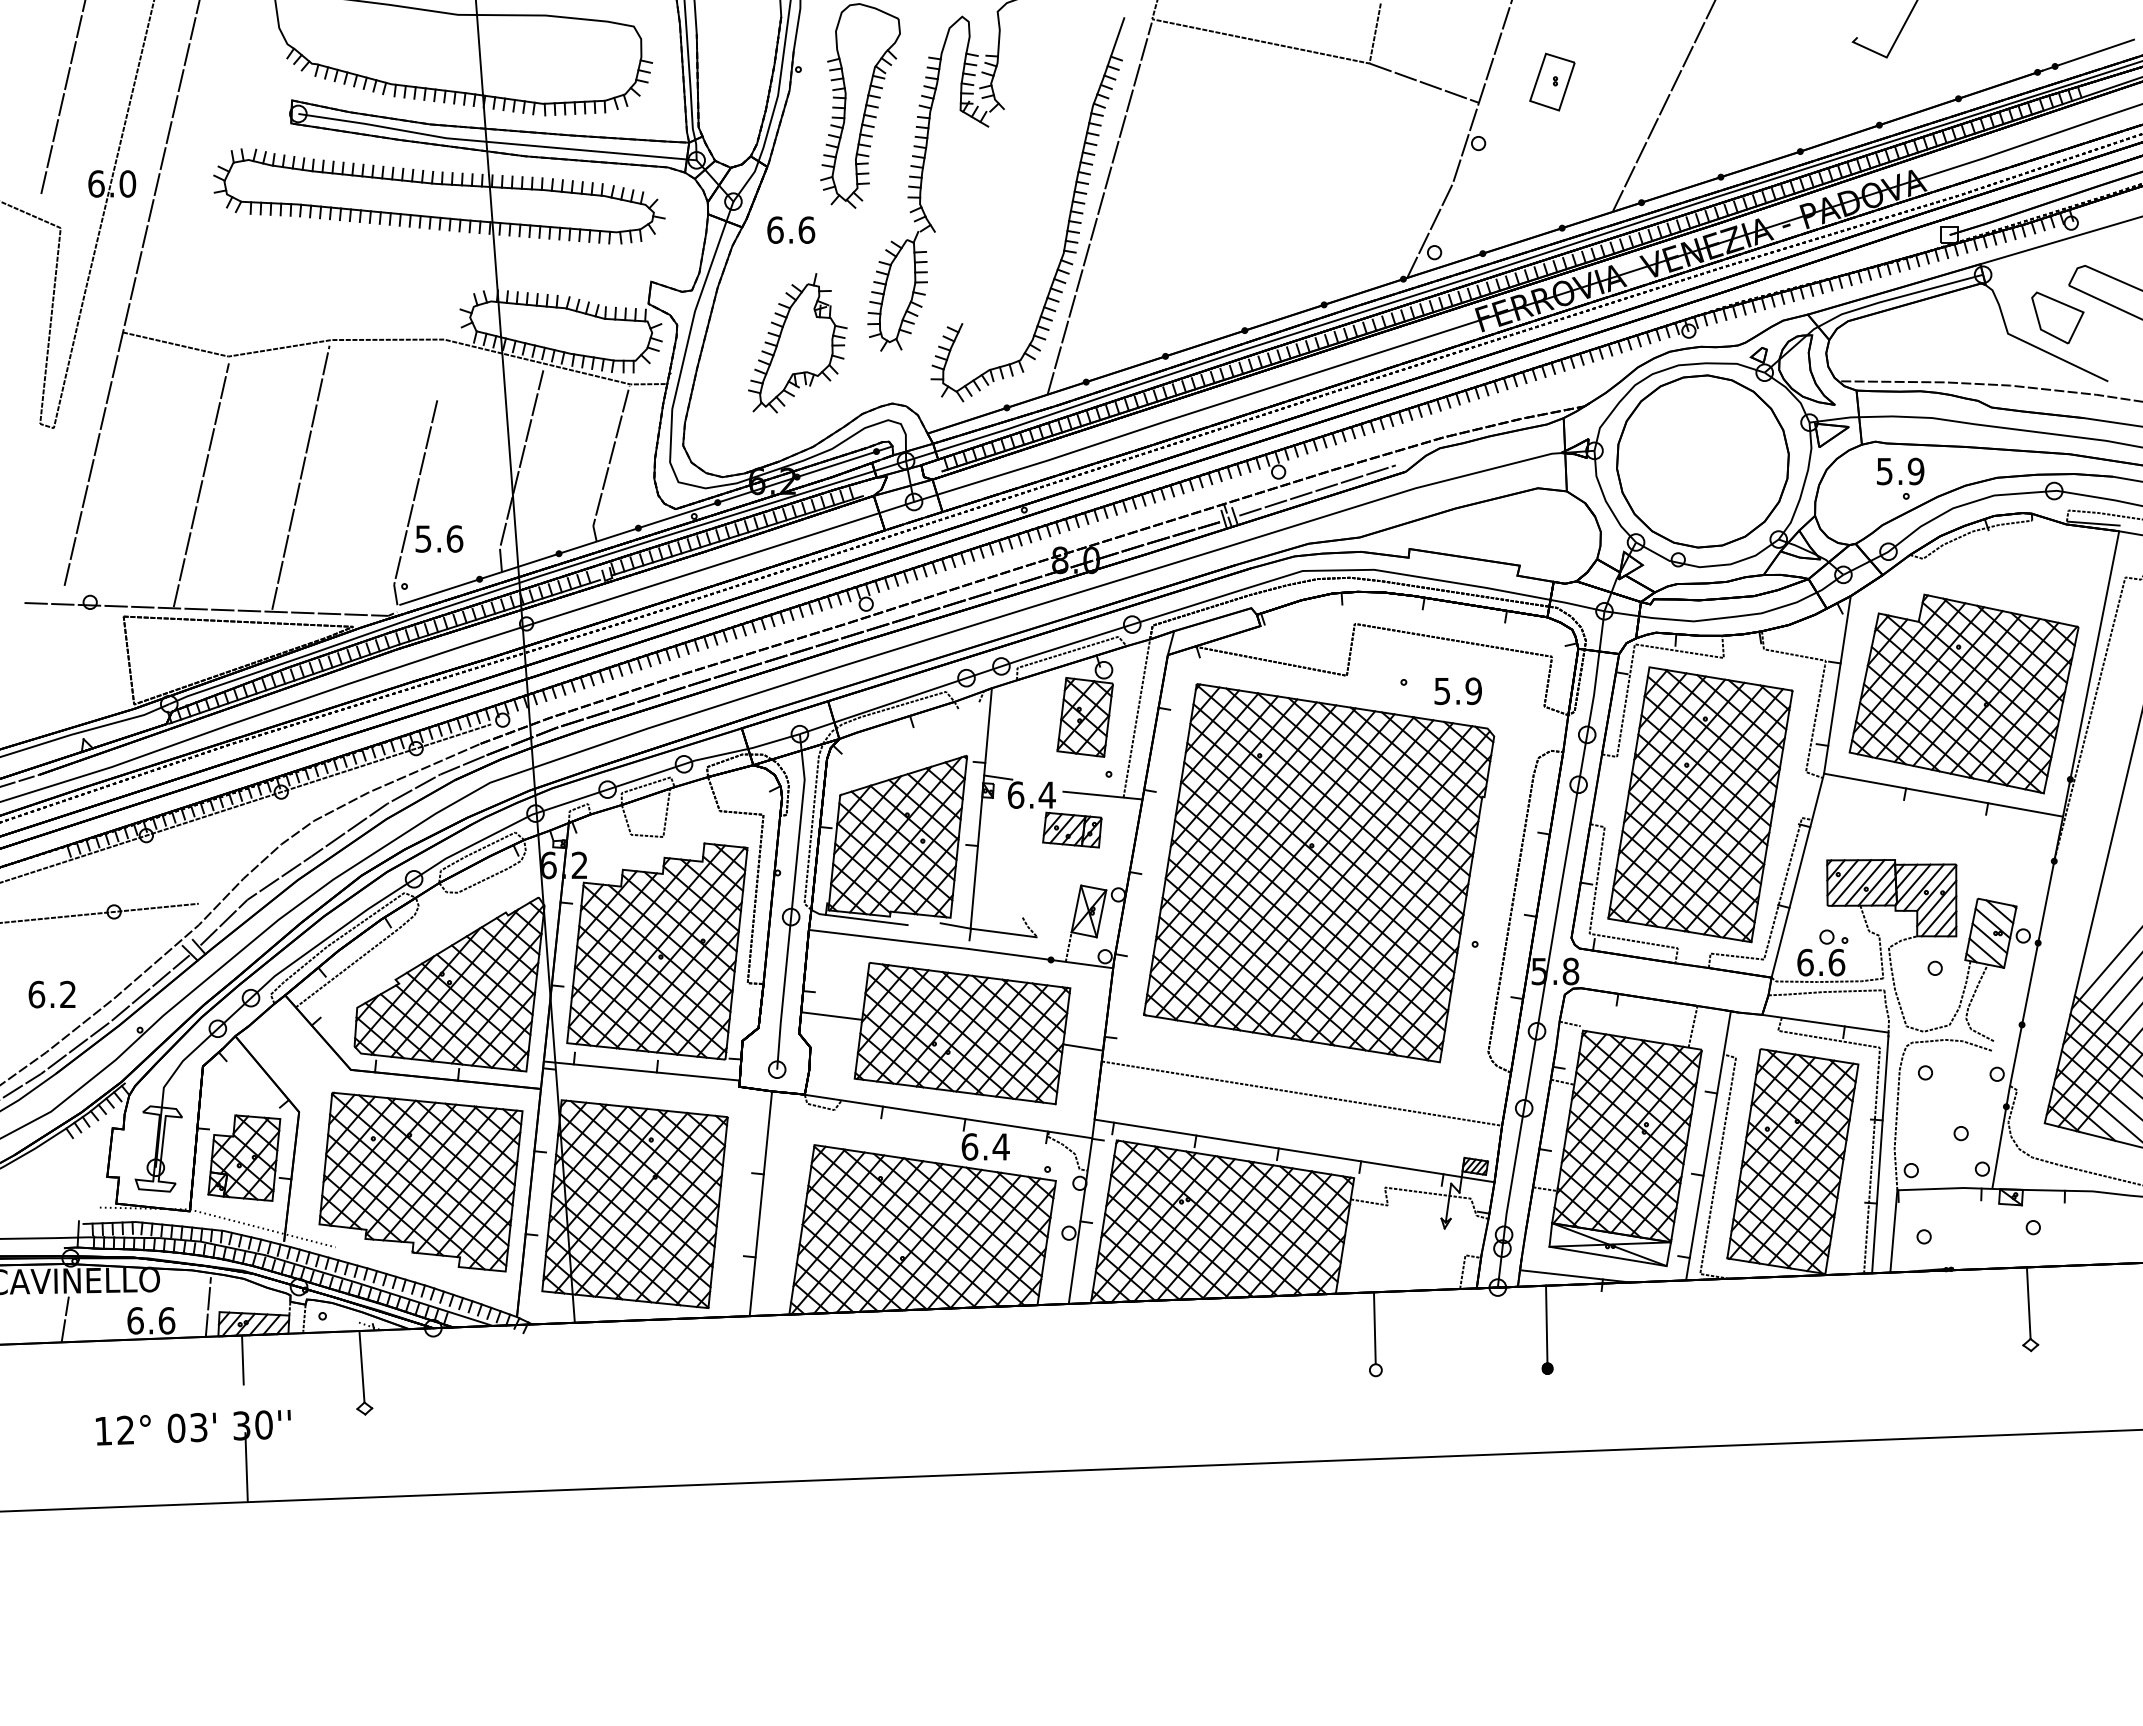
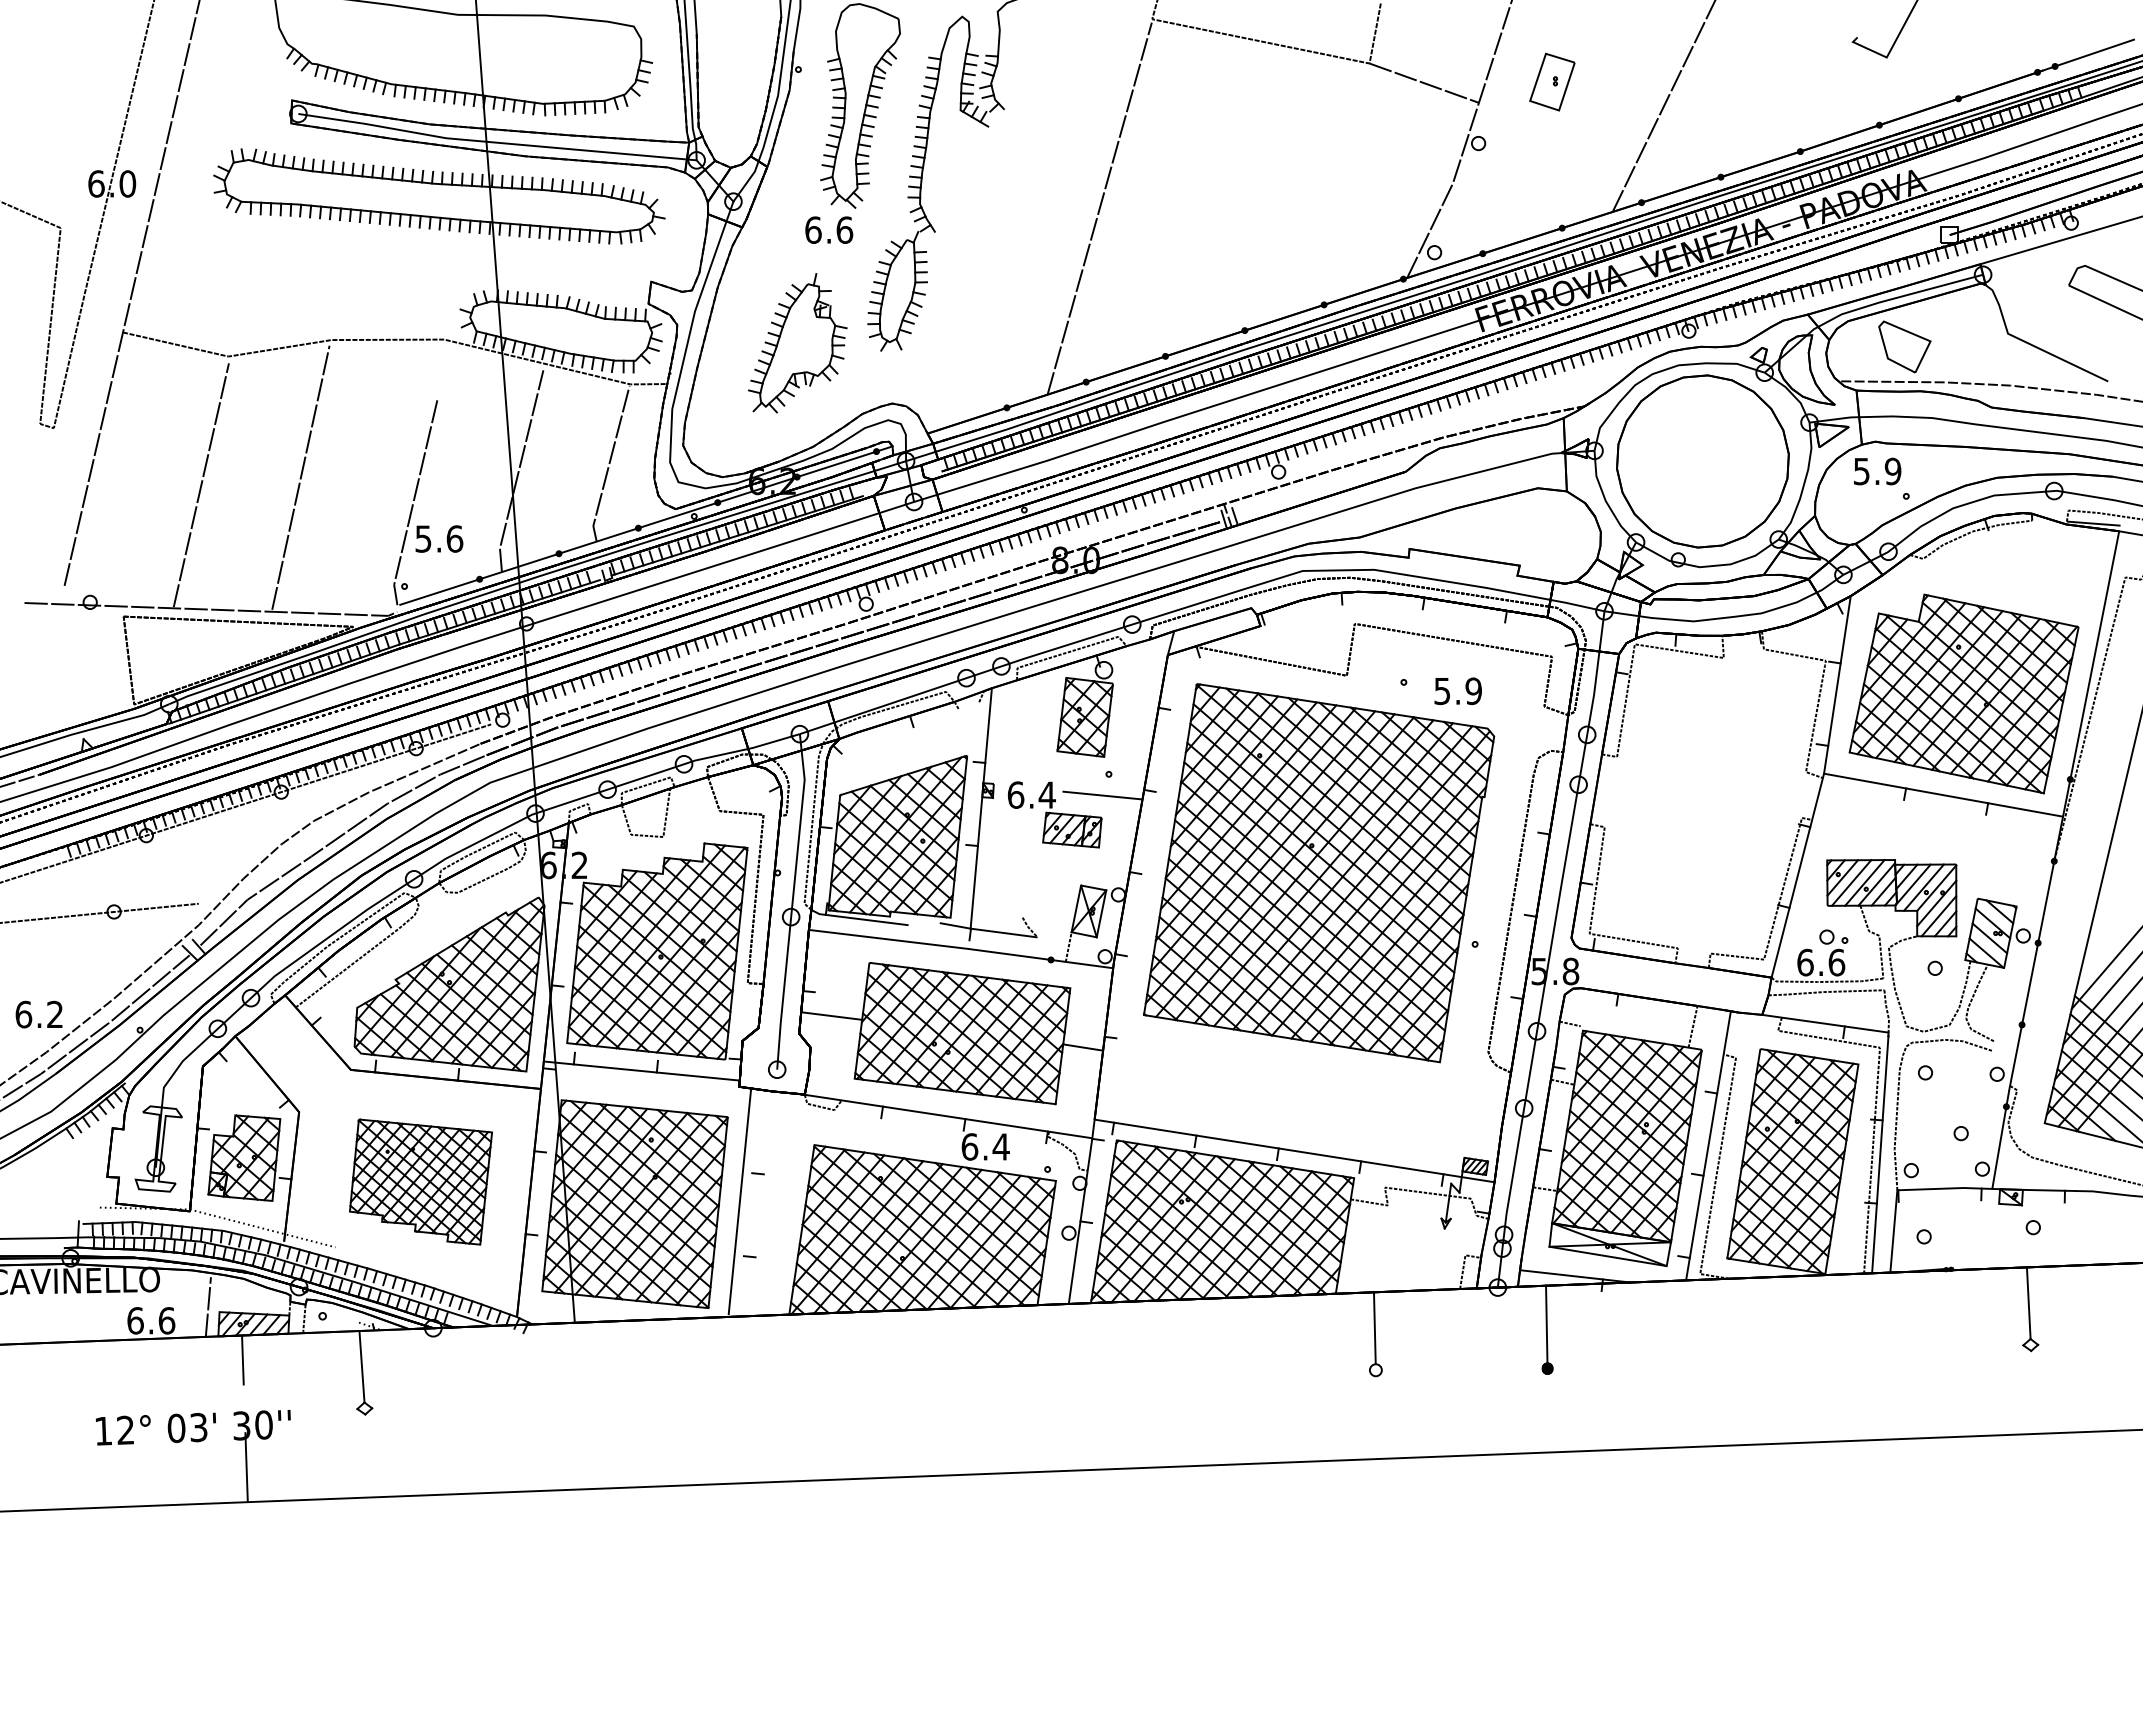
line at (62, 98): present -> none
part at (1068, 217): present -> none
text at (791, 229) position: (791, 229) -> (829, 229)
part at (2057, 317) position: (2057, 317) -> (1904, 346)
text at (1900, 471) position: (1900, 471) -> (1877, 471)
line at (1317, 490): present -> none
line at (1136, 718): present -> none
line at (998, 777): present -> none
part at (1700, 804): present -> none
text at (51, 994) position: (51, 994) -> (38, 1014)
line at (1301, 1093): present -> none
part at (420, 1181) size: 206x182 px -> 144x128 px
line at (760, 1203) position: (760, 1203) -> (739, 1201)
line at (64, 1319): present -> none
